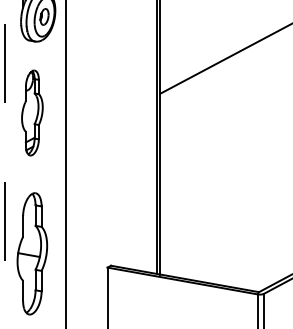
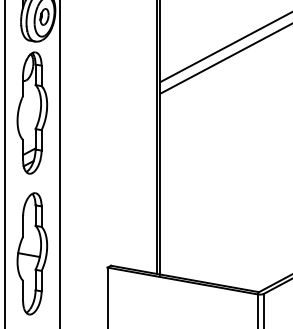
line at (224, 47): none -> present
part at (32, 112) size: 23x88 px -> 33x124 px
line at (66, 163) position: (66, 163) -> (60, 163)
line at (4, 164): dashed -> solid
